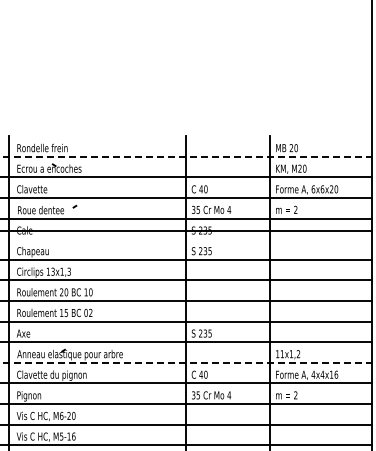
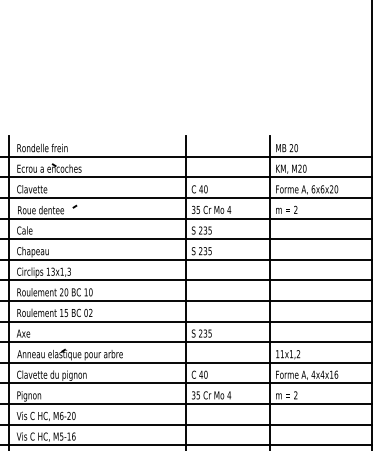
line at (185, 156): dashed -> solid
line at (186, 231) position: (186, 231) -> (186, 239)
line at (185, 362): dashed -> solid
